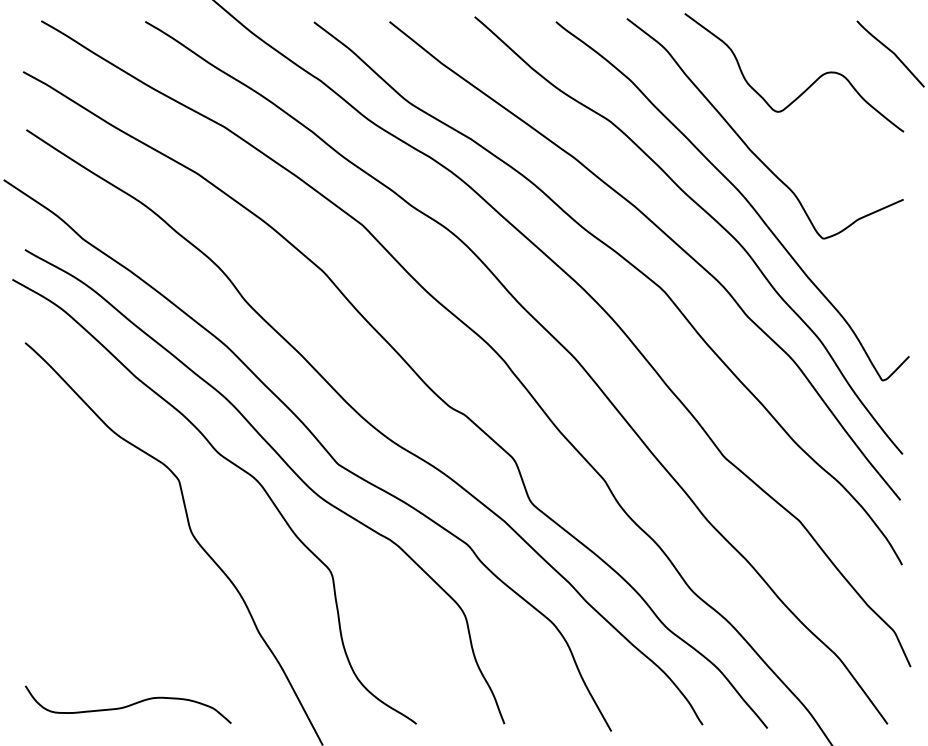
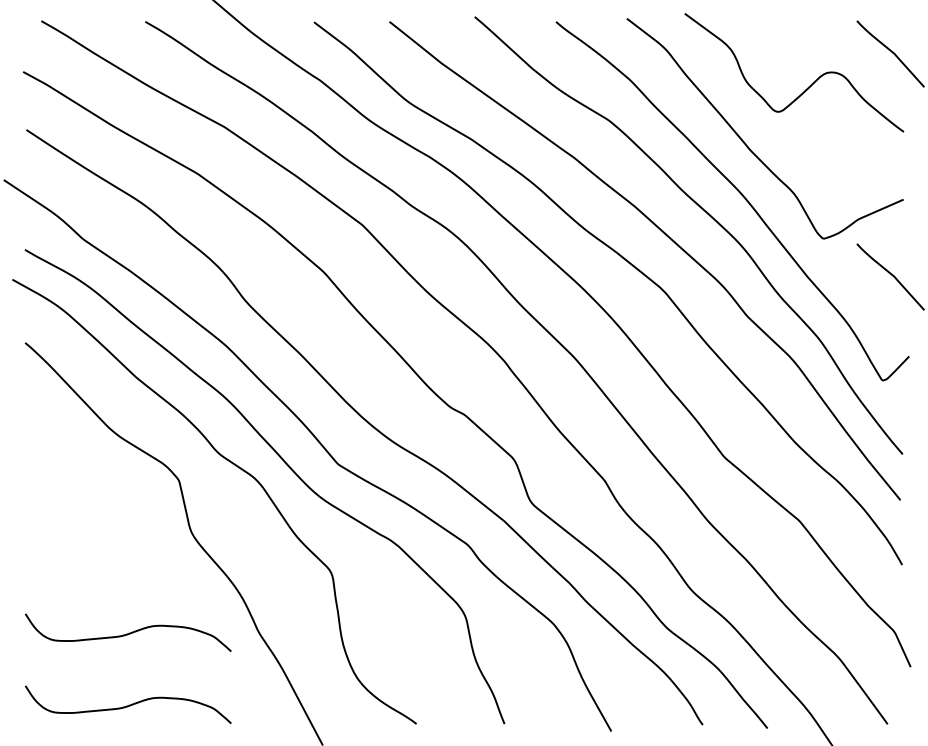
curve at (891, 275): none -> present
curve at (129, 632): none -> present
